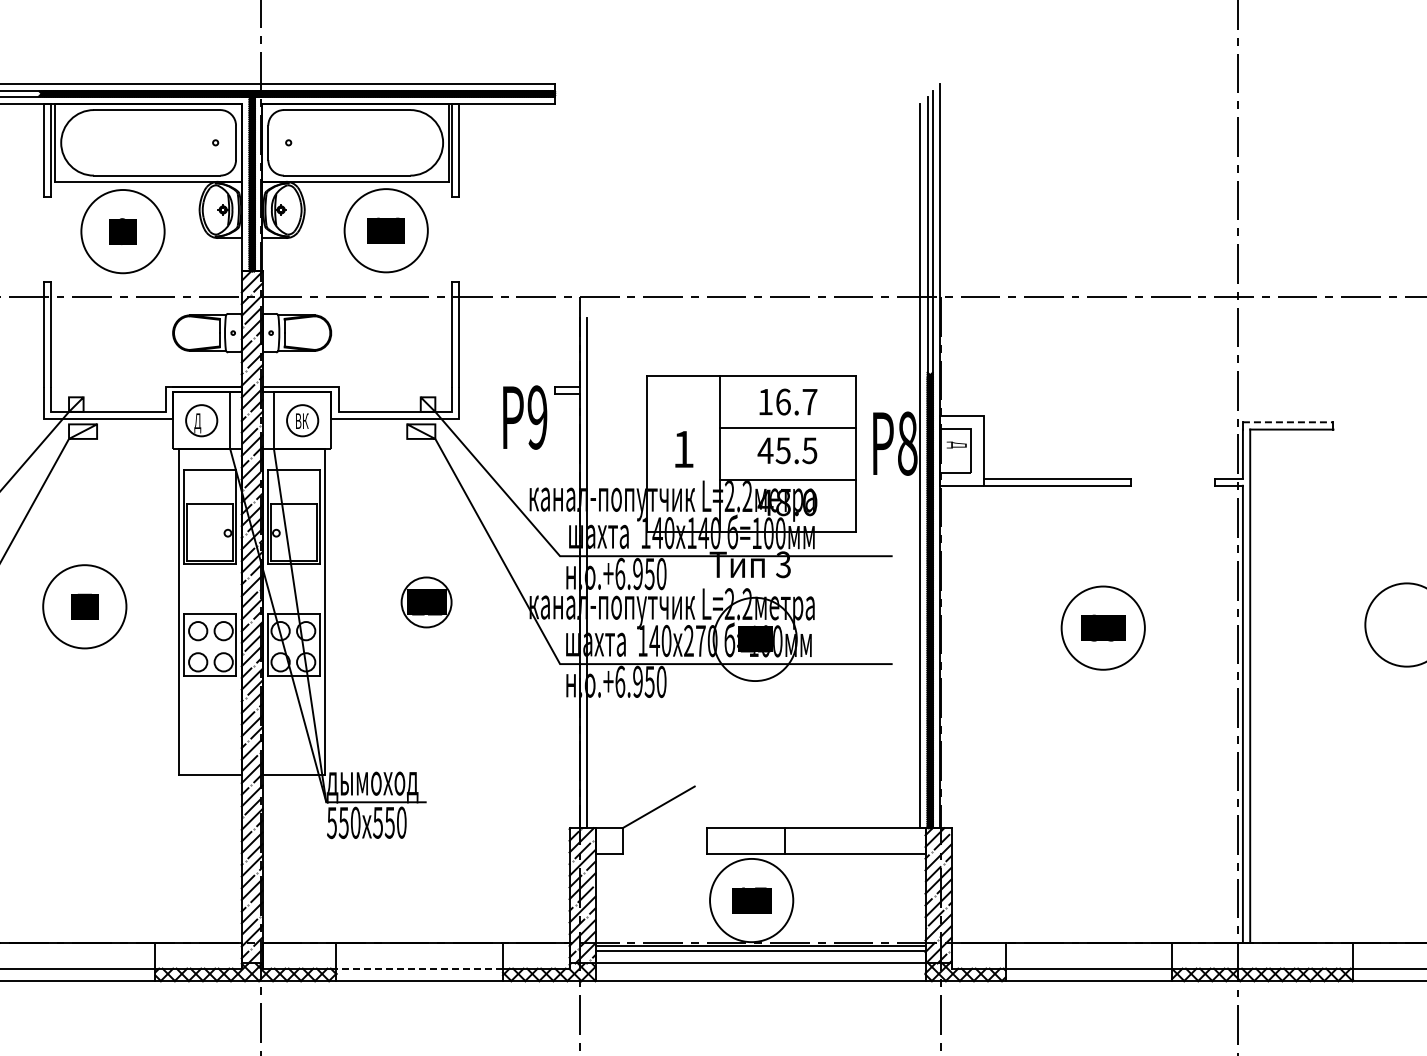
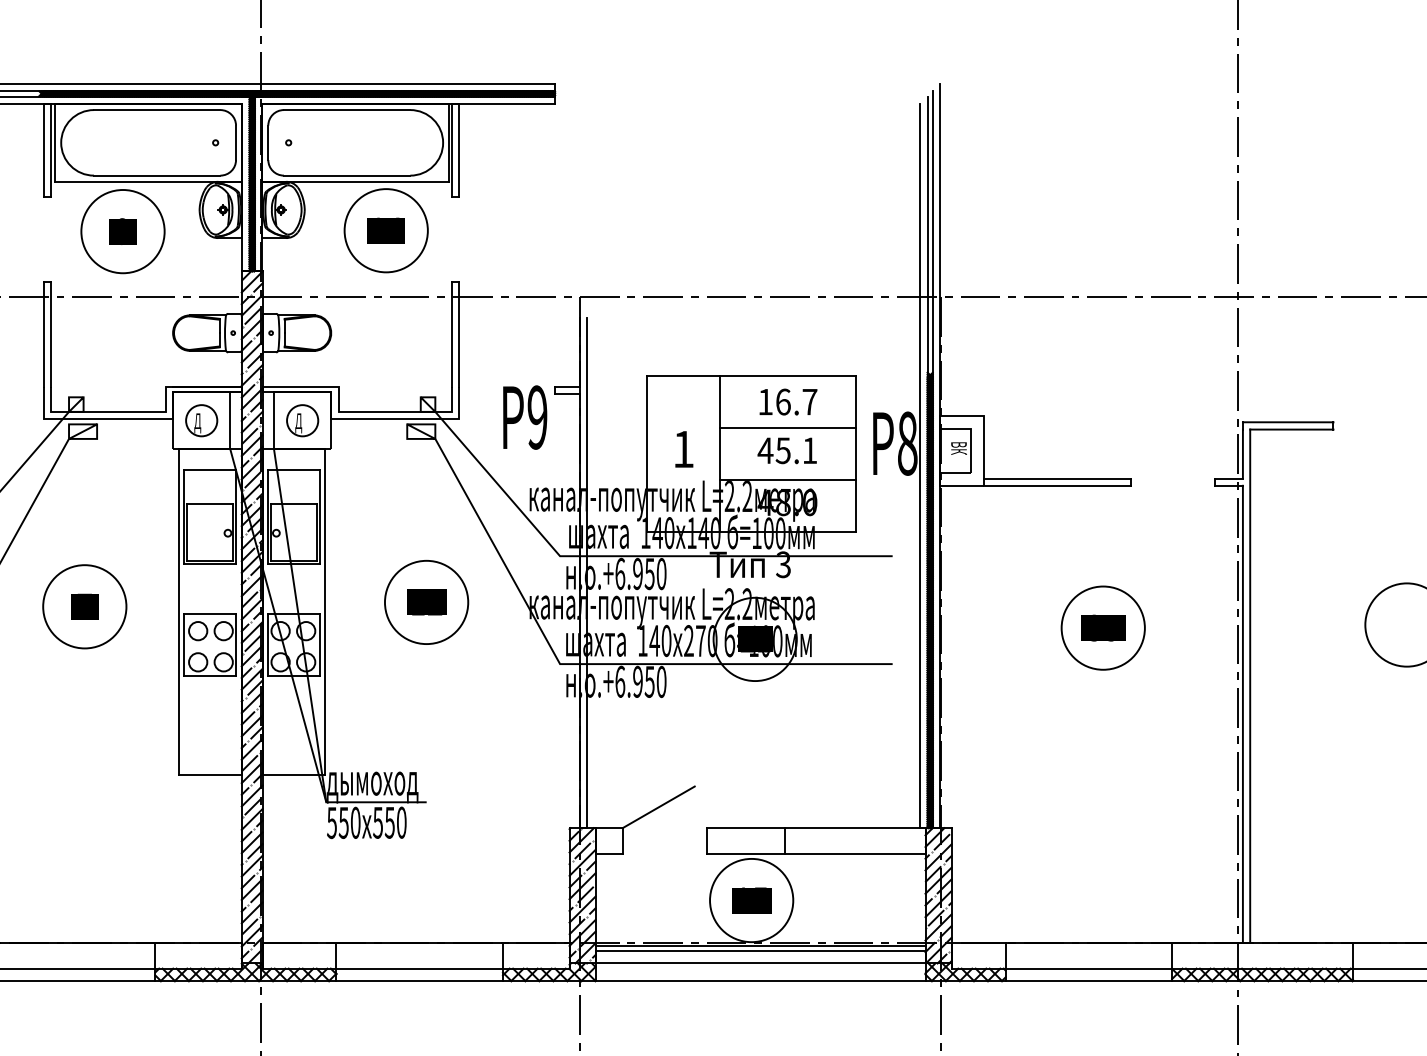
line at (1288, 422): dashed -> solid
text at (301, 423): ВК -> Д
text at (956, 447): Д -> ВК
text at (809, 450): 45.5 -> 45.1
circle at (426, 602) diameter: 50 px -> 83 px
line at (419, 968): dashed -> solid
